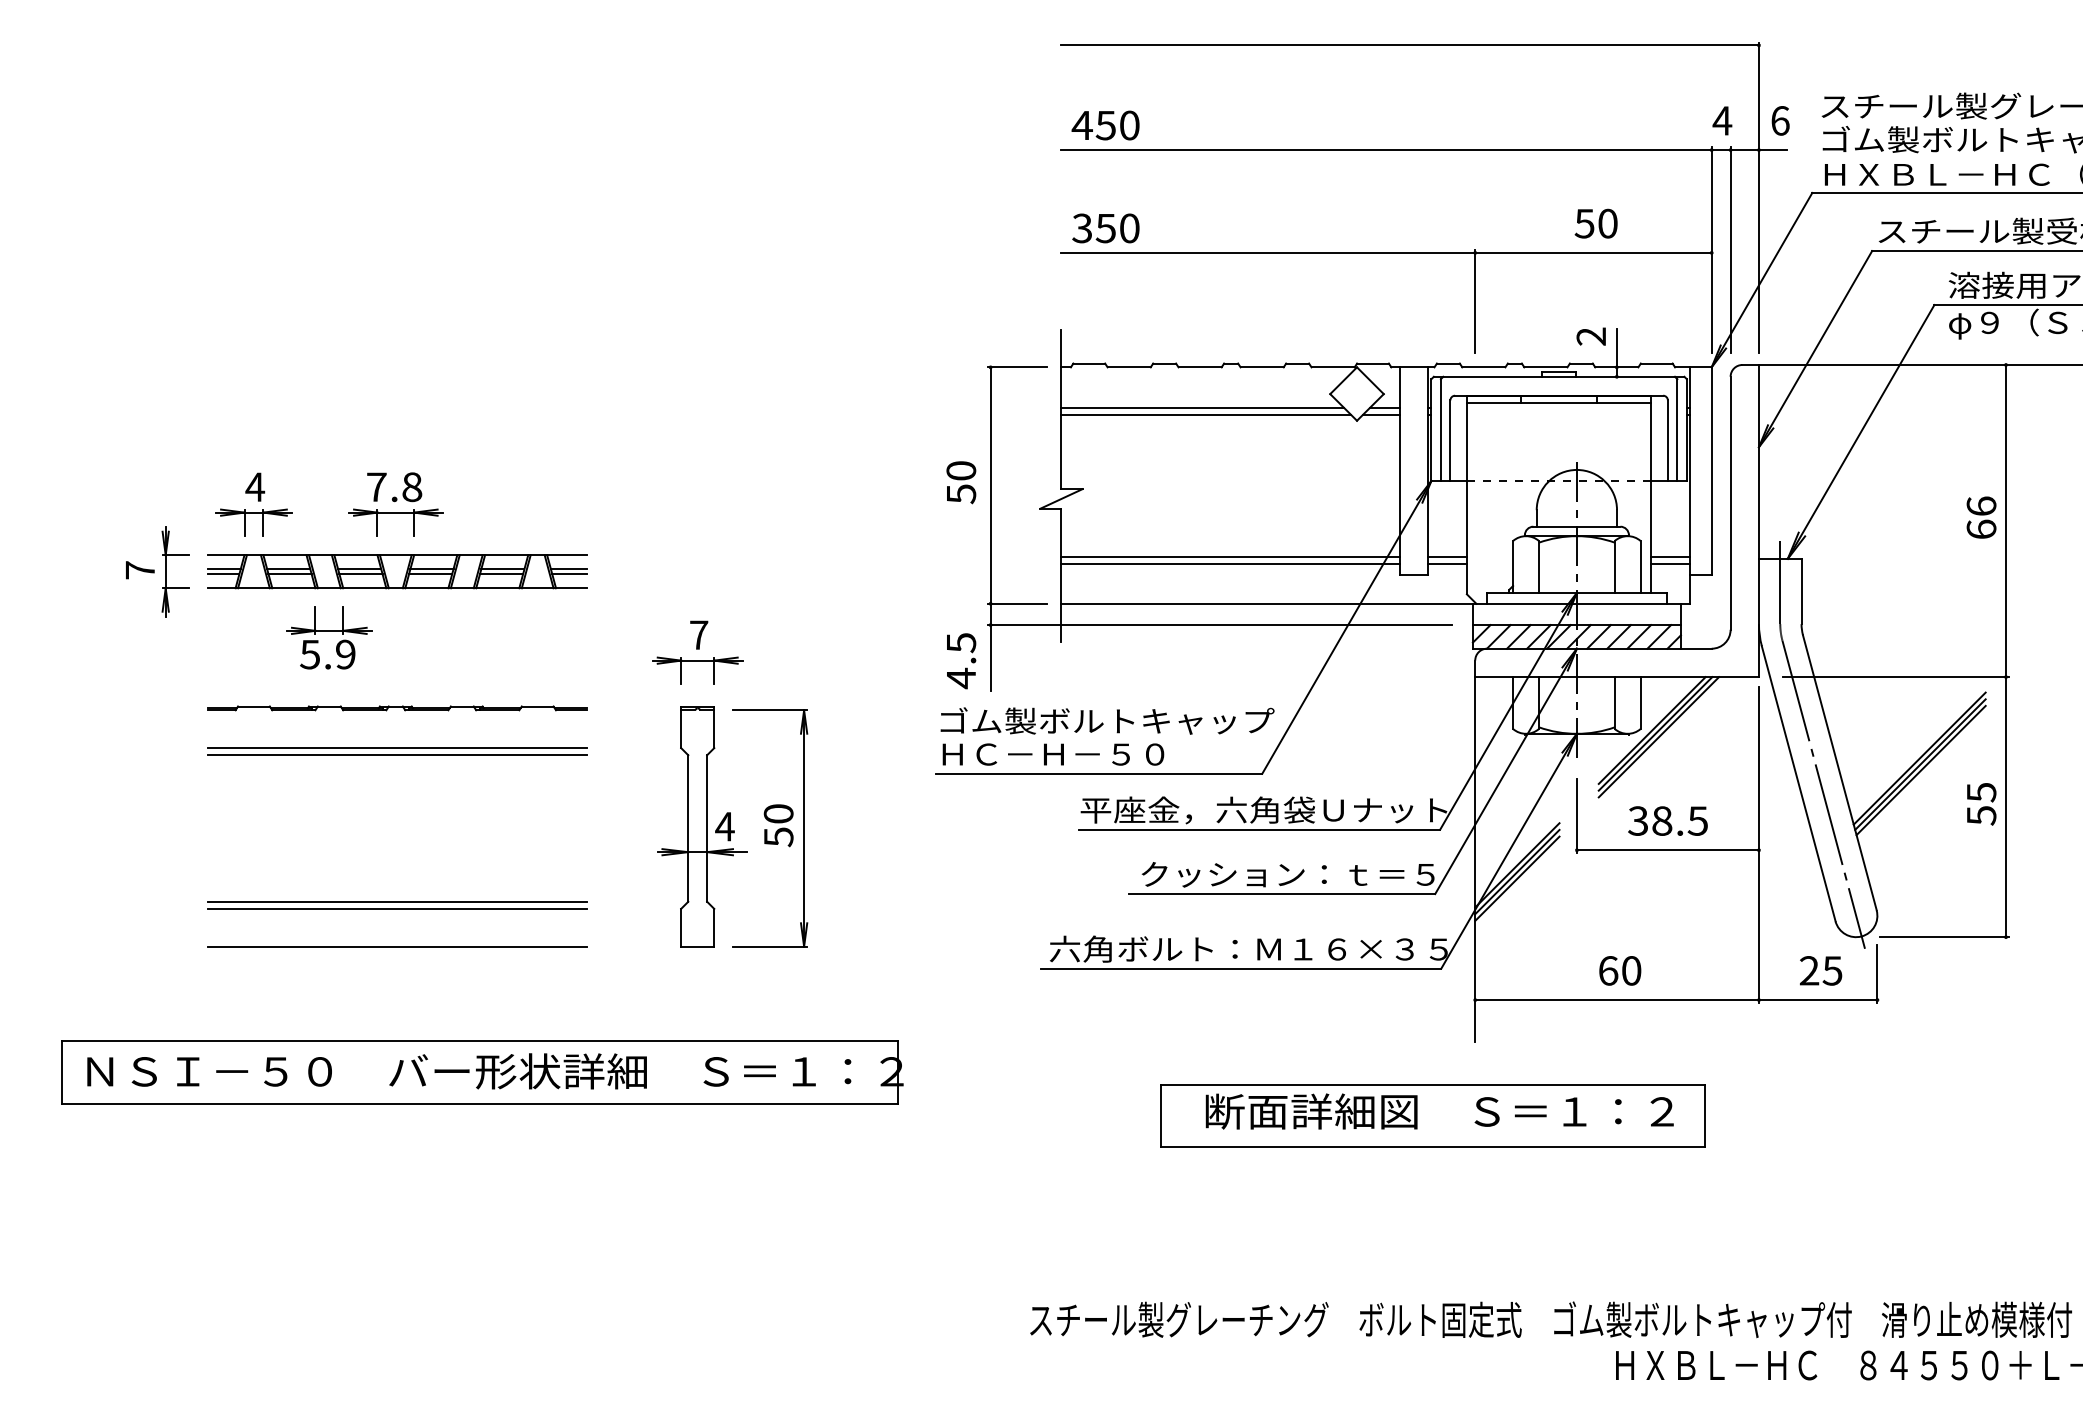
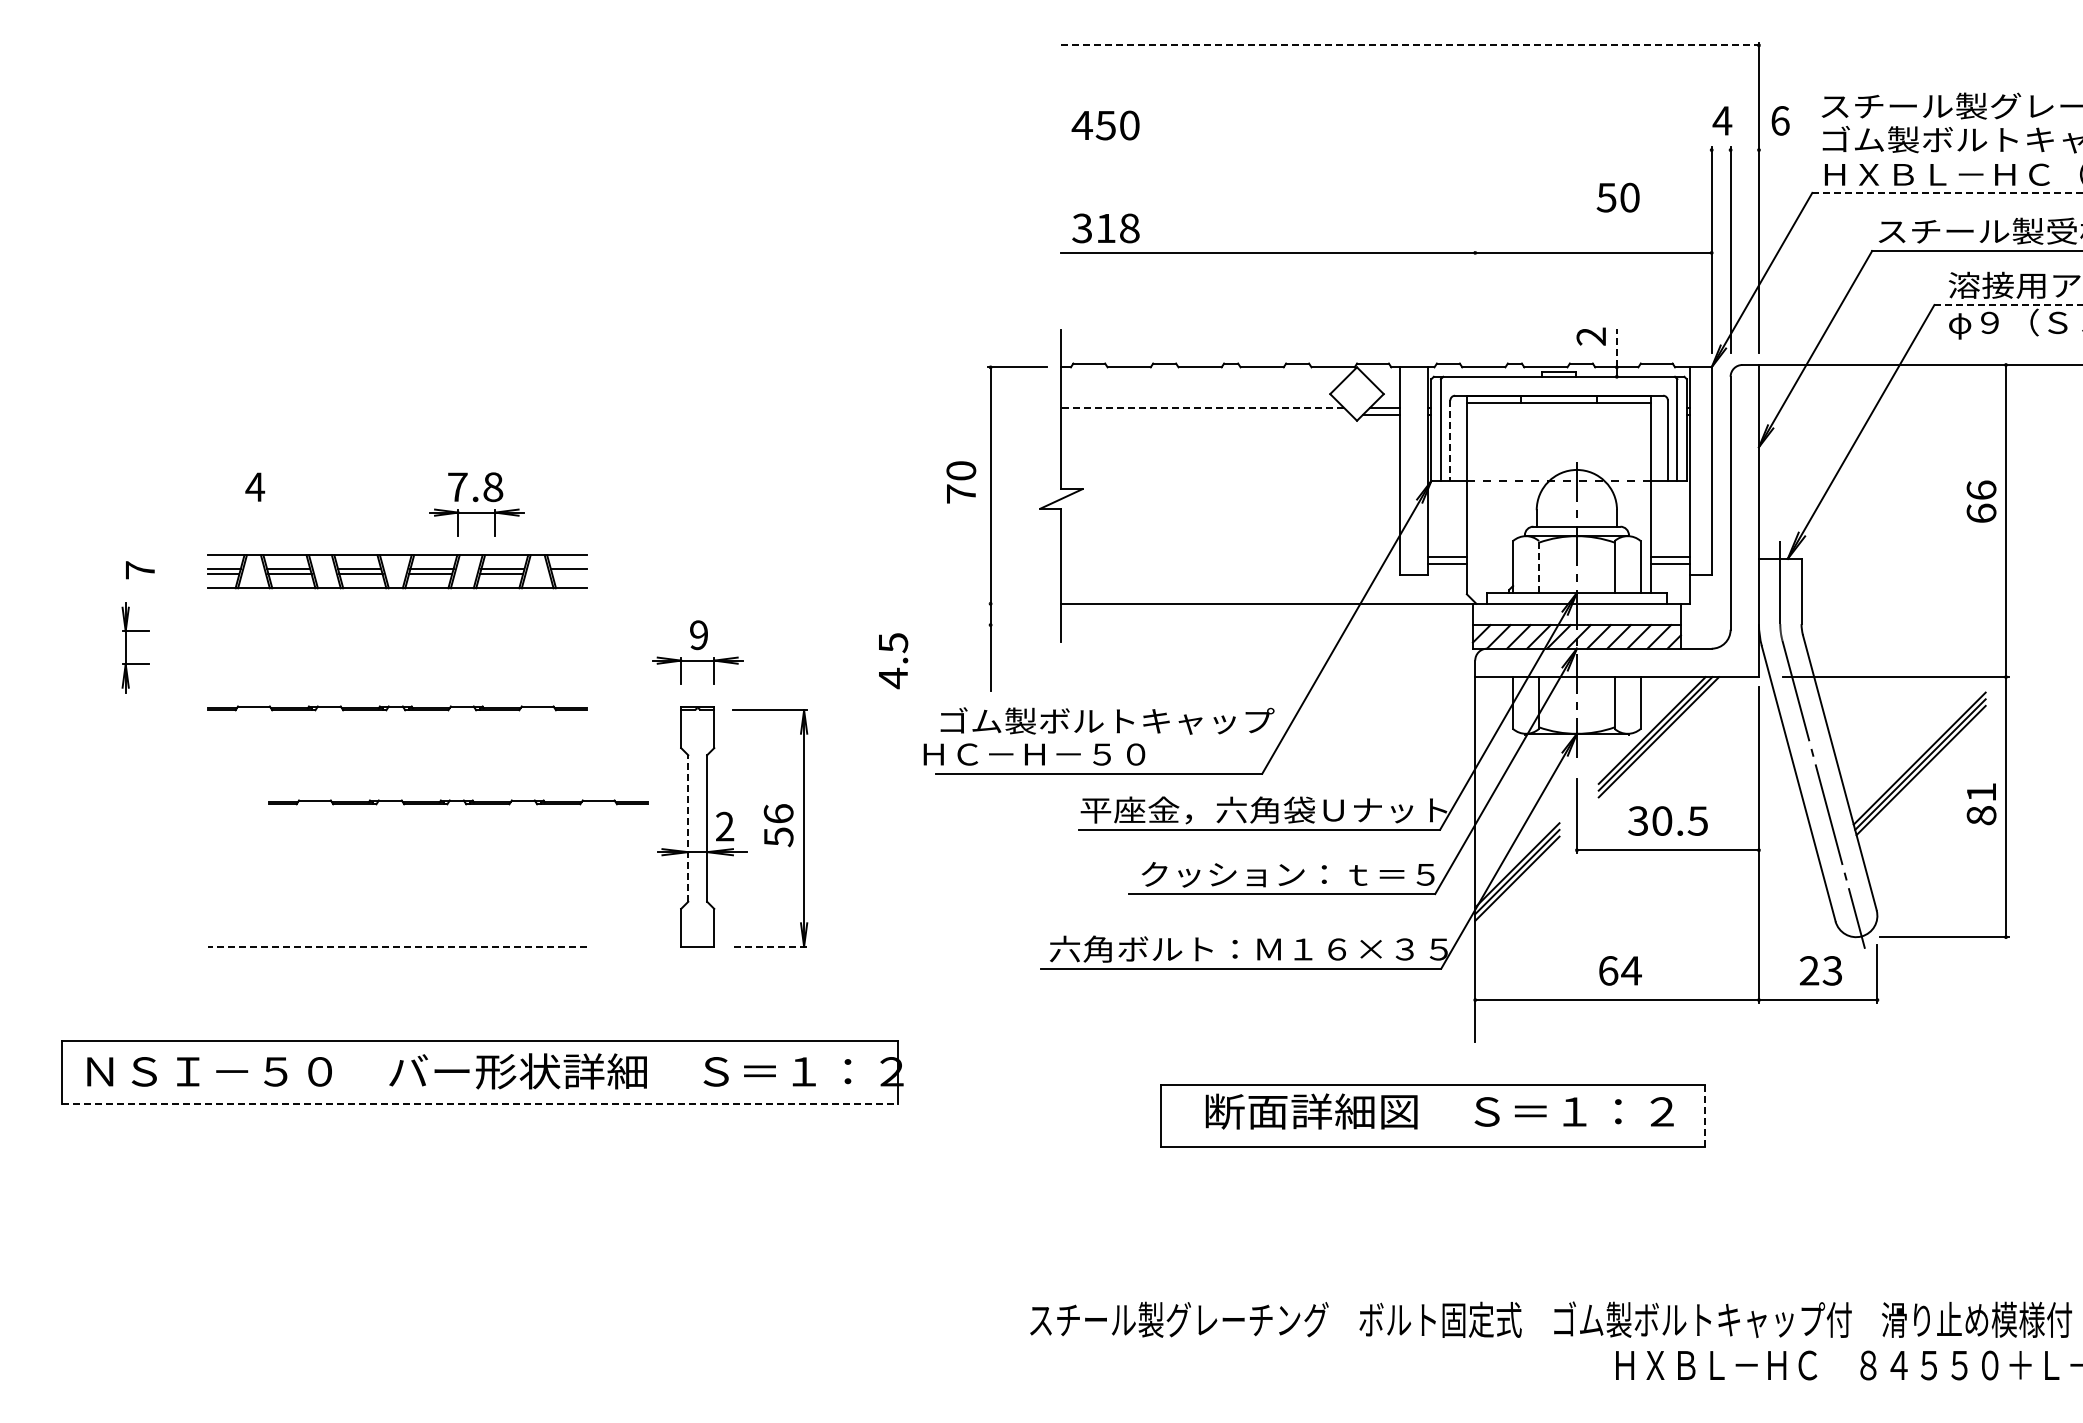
line at (1410, 45): solid -> dashed
line at (1423, 150): present -> none
line at (1947, 192): solid -> dashed
text at (1595, 223) position: (1595, 223) -> (1617, 197)
text at (1117, 228): 350 -> 318
line at (1475, 301): present -> none
line at (2008, 305): solid -> dashed
line at (1616, 347): solid -> dashed
line at (1201, 407): solid -> dashed
line at (1205, 414): present -> none
line at (1450, 441): solid -> dashed
text at (961, 494): 50 -> 70
part at (395, 504) position: (395, 504) -> (476, 504)
text at (1981, 517) position: (1981, 517) -> (1981, 501)
part at (245, 522): present -> none
line at (1230, 556): present -> none
line at (1230, 563): present -> none
line at (1539, 567): solid -> dashed
part at (166, 571) position: (166, 571) -> (126, 647)
line at (569, 574): present -> none
line at (1017, 603): present -> none
line at (1219, 625): present -> none
text at (699, 635): 7 -> 9
part at (329, 637): present -> none
text at (961, 661) position: (961, 661) -> (893, 661)
line at (397, 748): present -> none
text at (1053, 754) position: (1053, 754) -> (1034, 754)
line at (397, 755): present -> none
part at (458, 802): none -> present
text at (1981, 804): 55 -> 81
text at (778, 813): 50 -> 56
text at (1662, 820): 38.5 -> 30.5
text at (724, 826): 4 -> 2
line at (688, 828): solid -> dashed
line at (397, 901): present -> none
line at (397, 908): present -> none
line at (396, 946): solid -> dashed
line at (770, 946): solid -> dashed
text at (1631, 970): 60 -> 64
text at (1832, 970): 25 -> 23
line at (480, 1104): solid -> dashed
line at (1705, 1116): solid -> dashed
